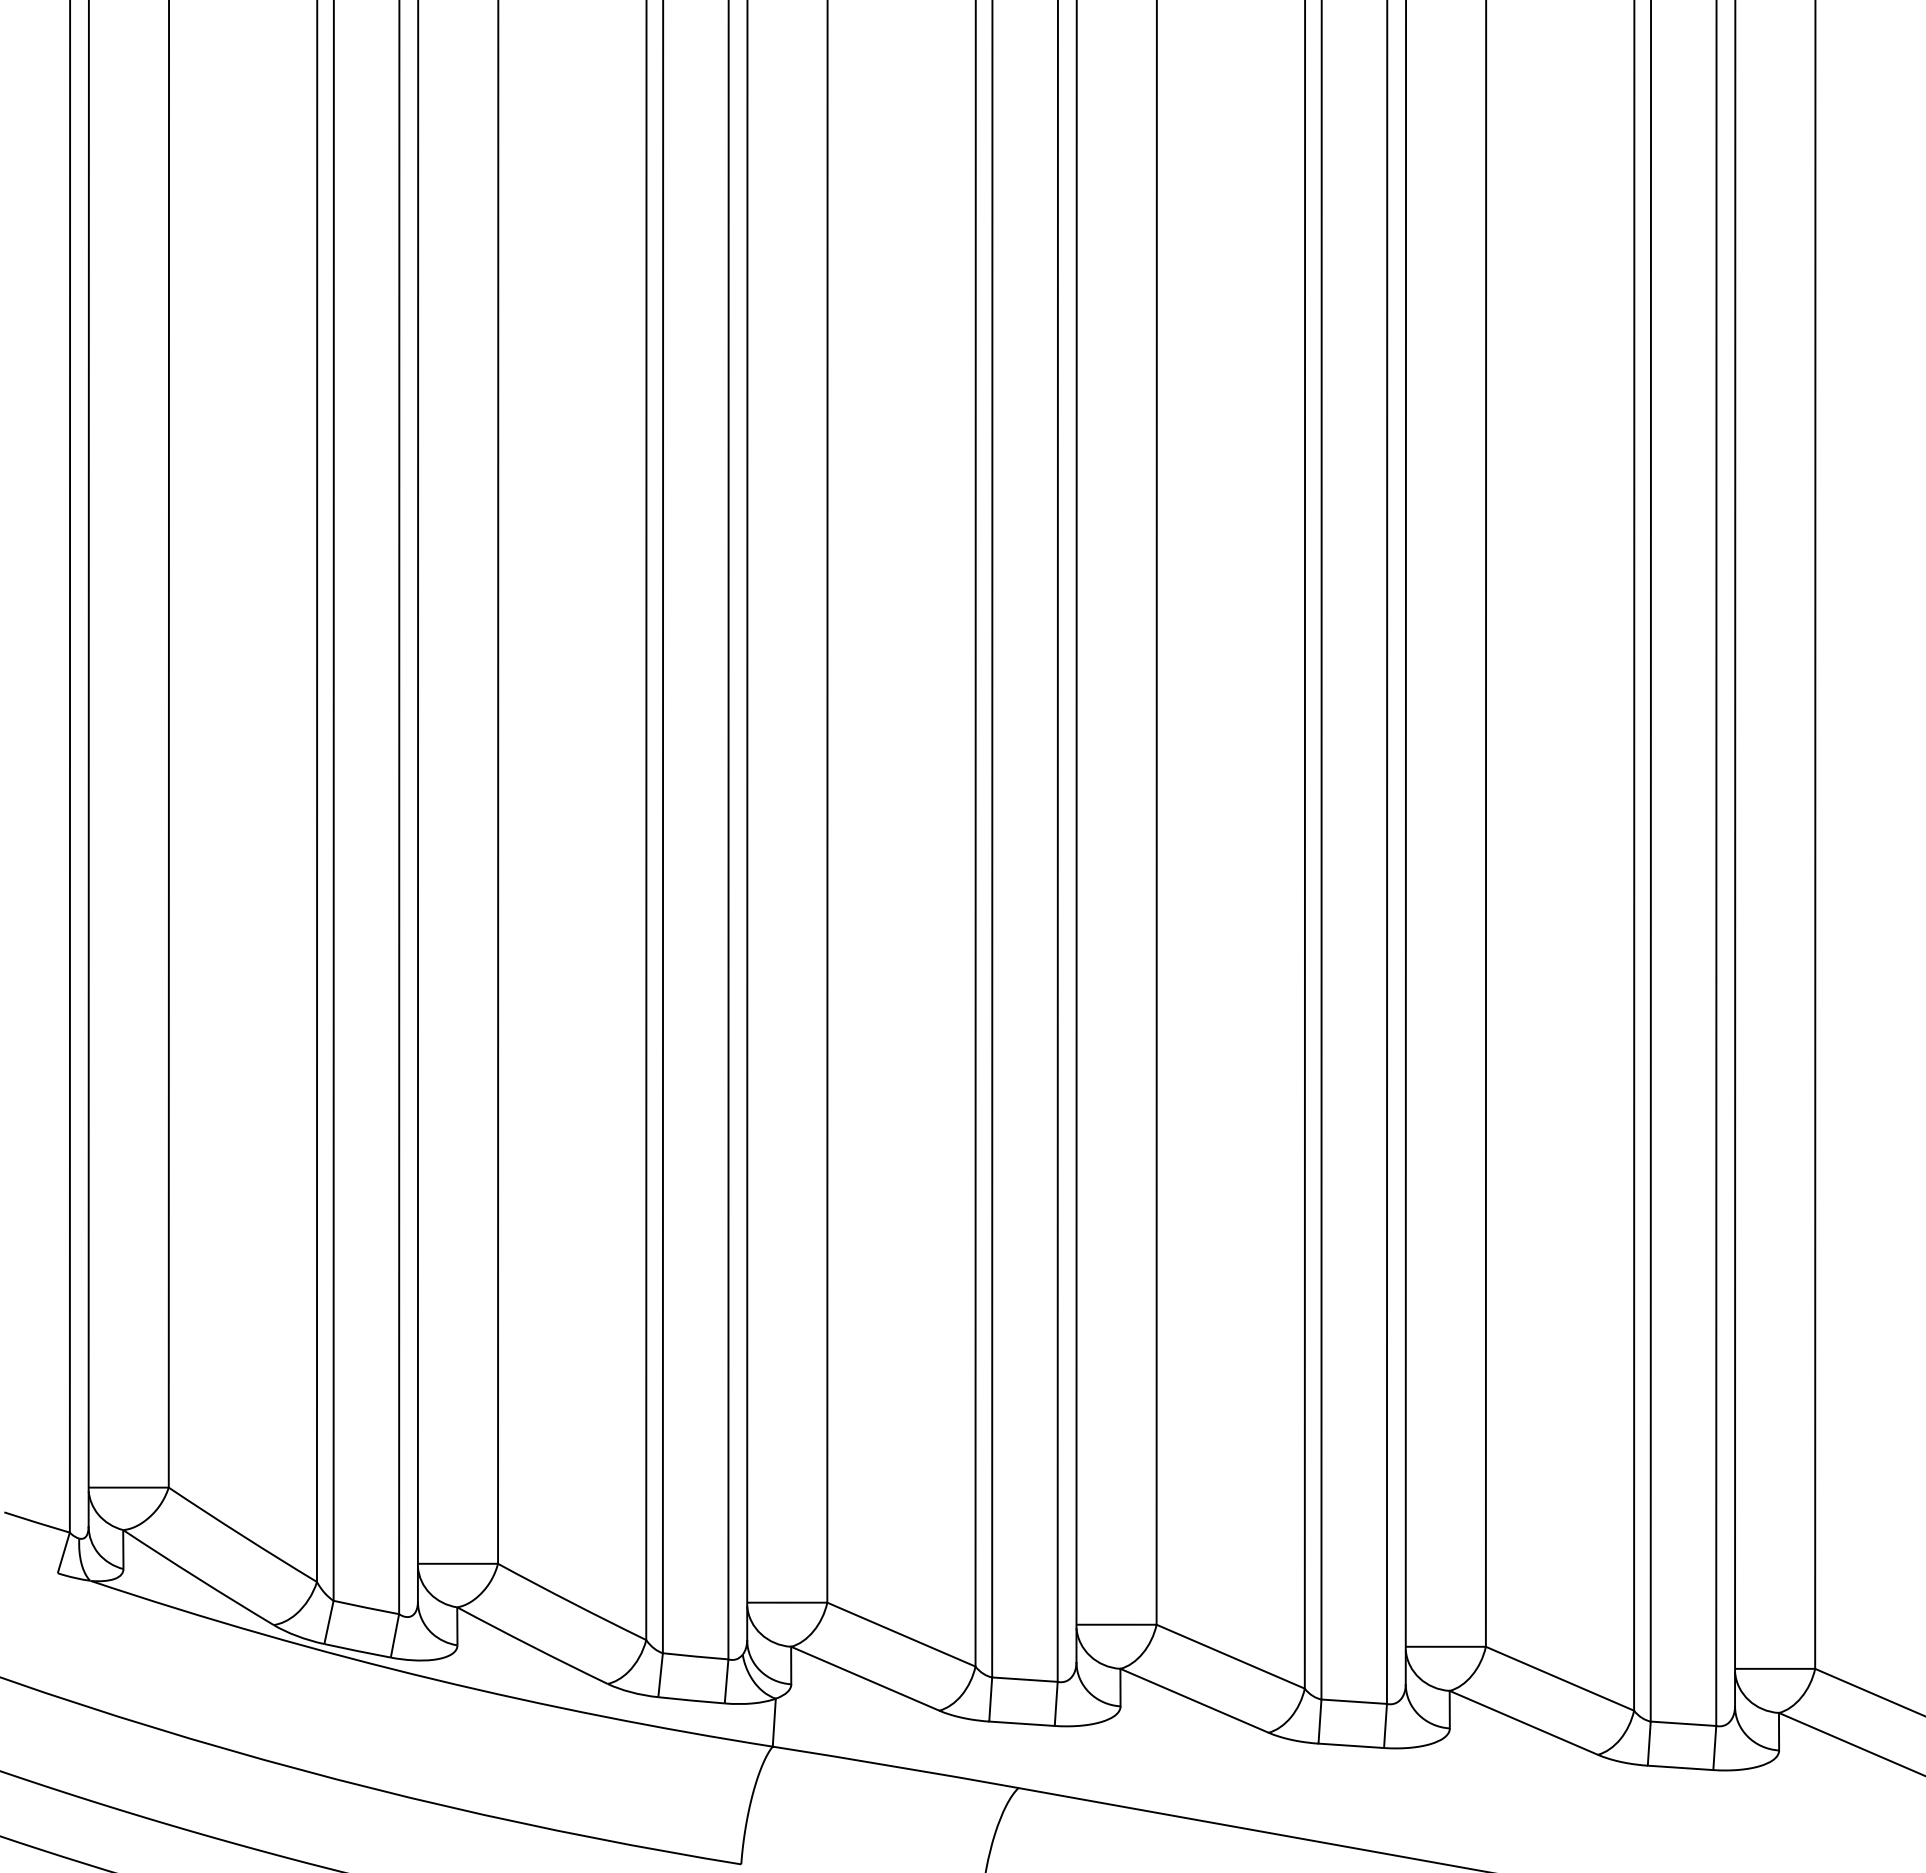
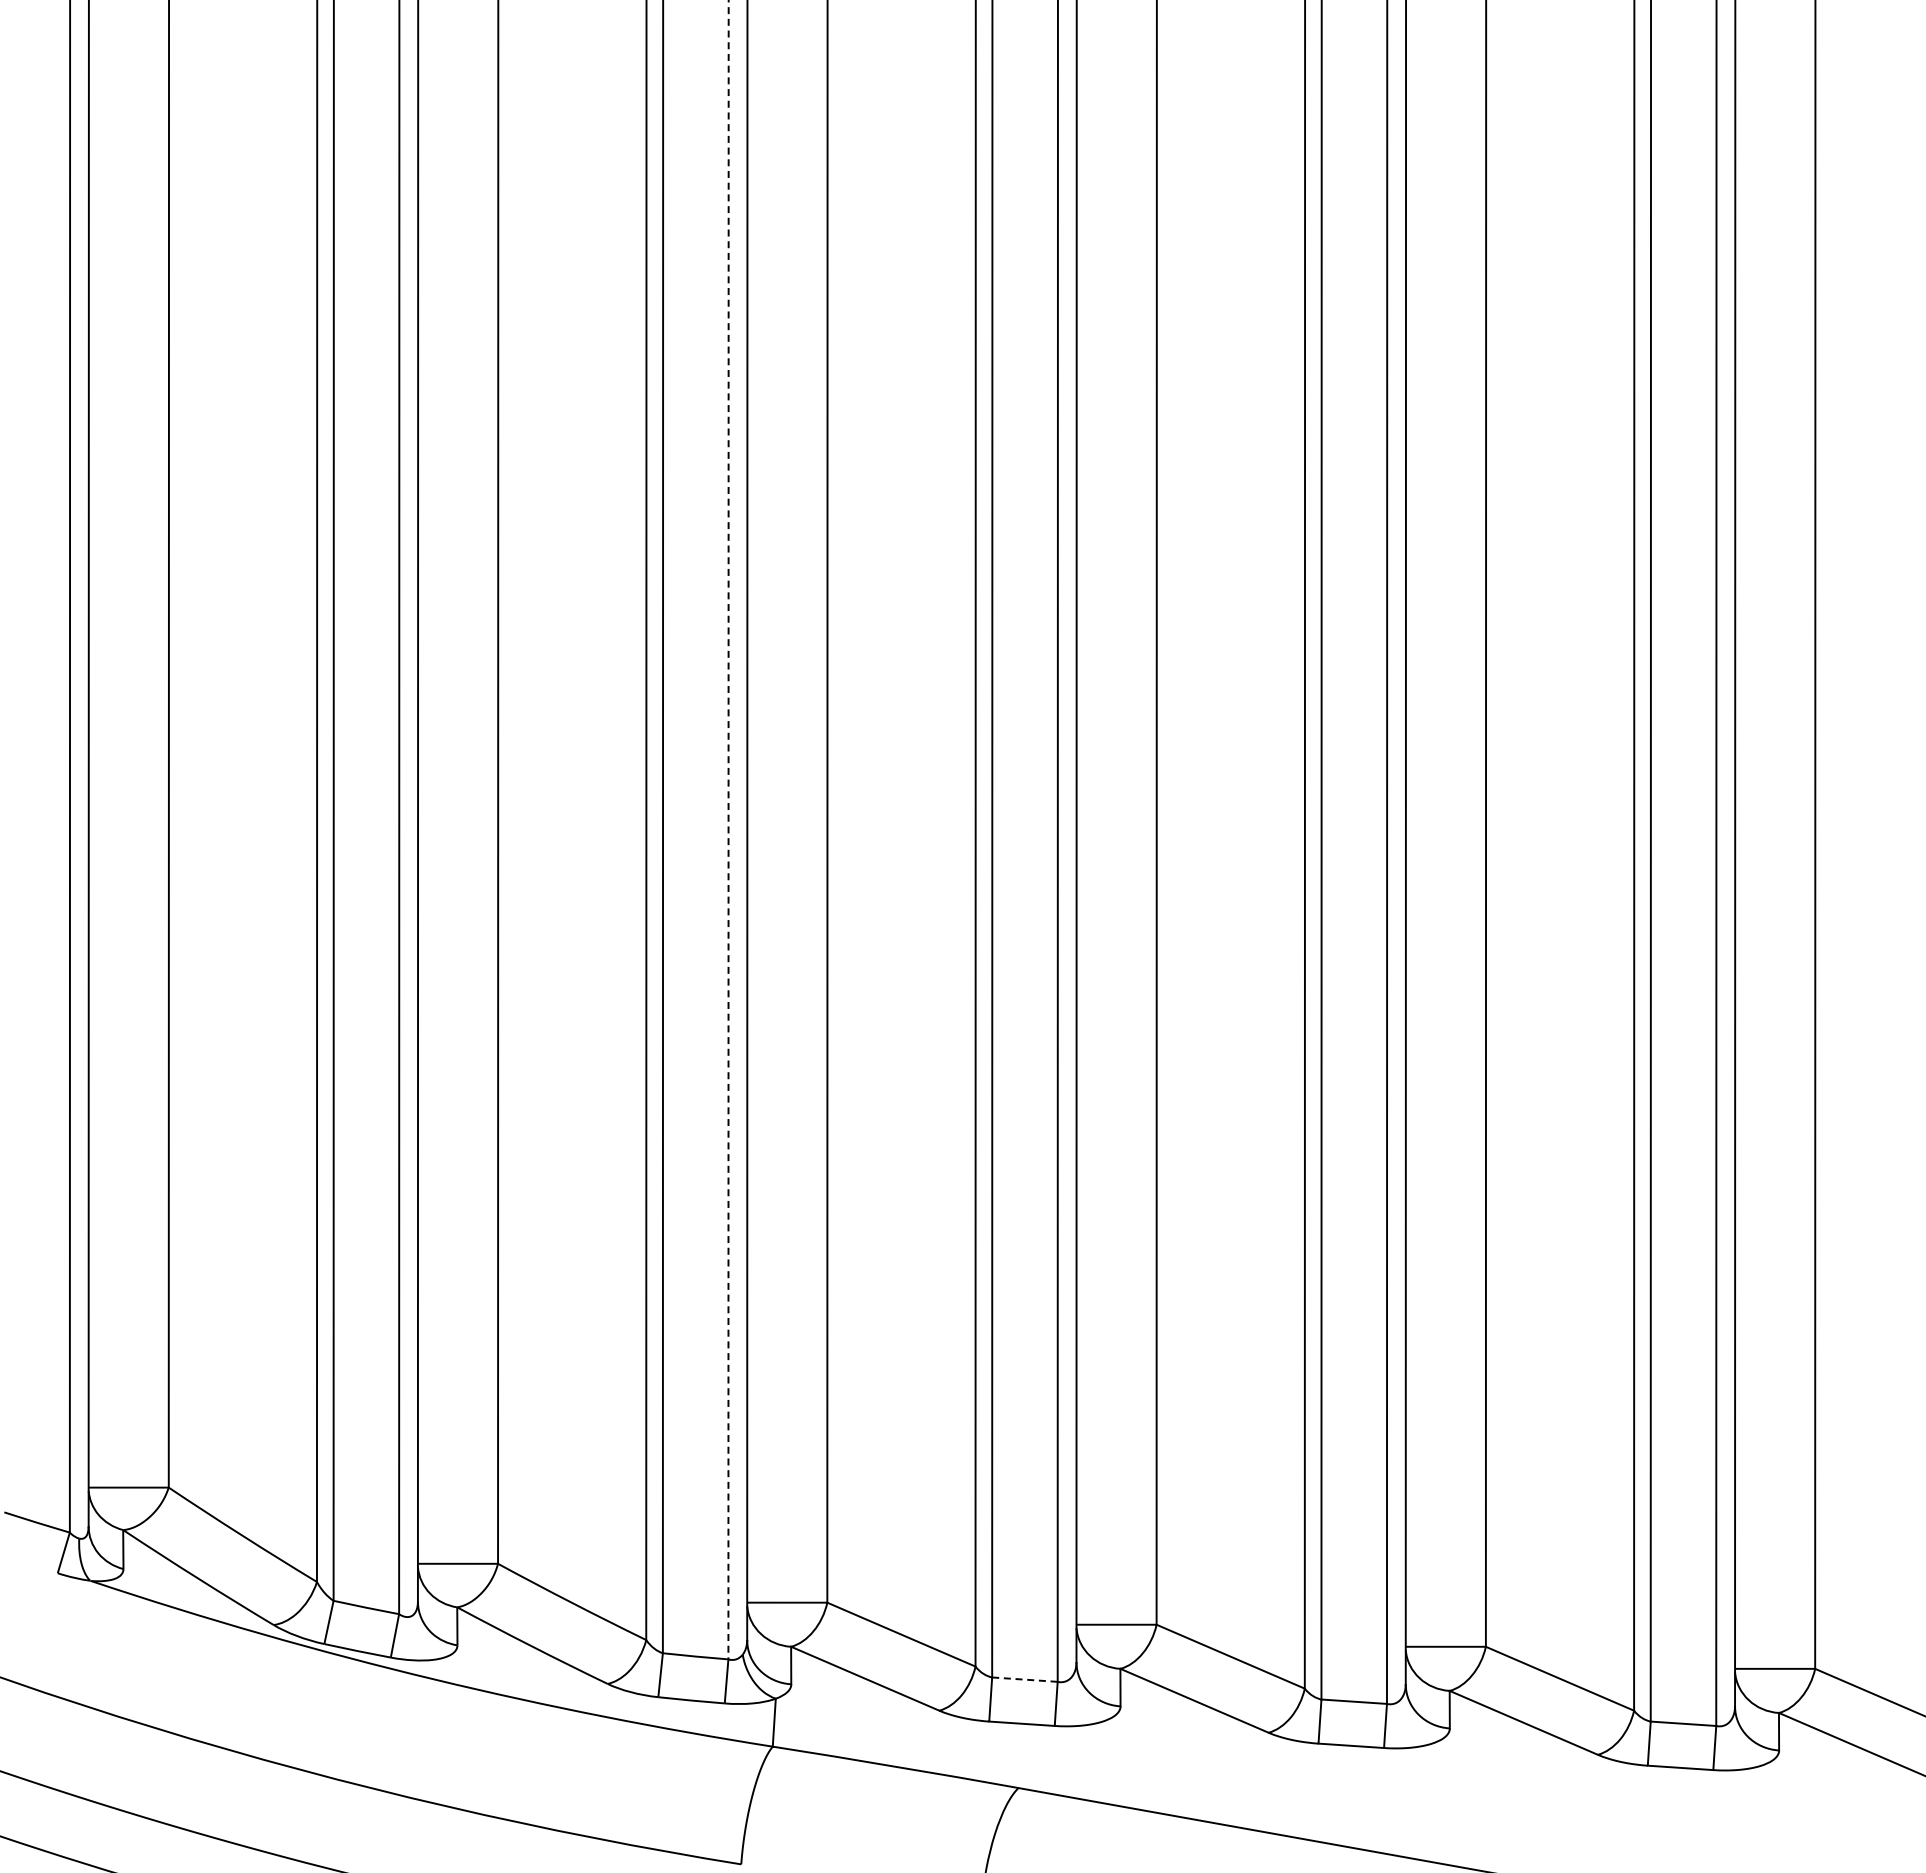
line at (728, 830): solid -> dashed
line at (1024, 1679): solid -> dashed
